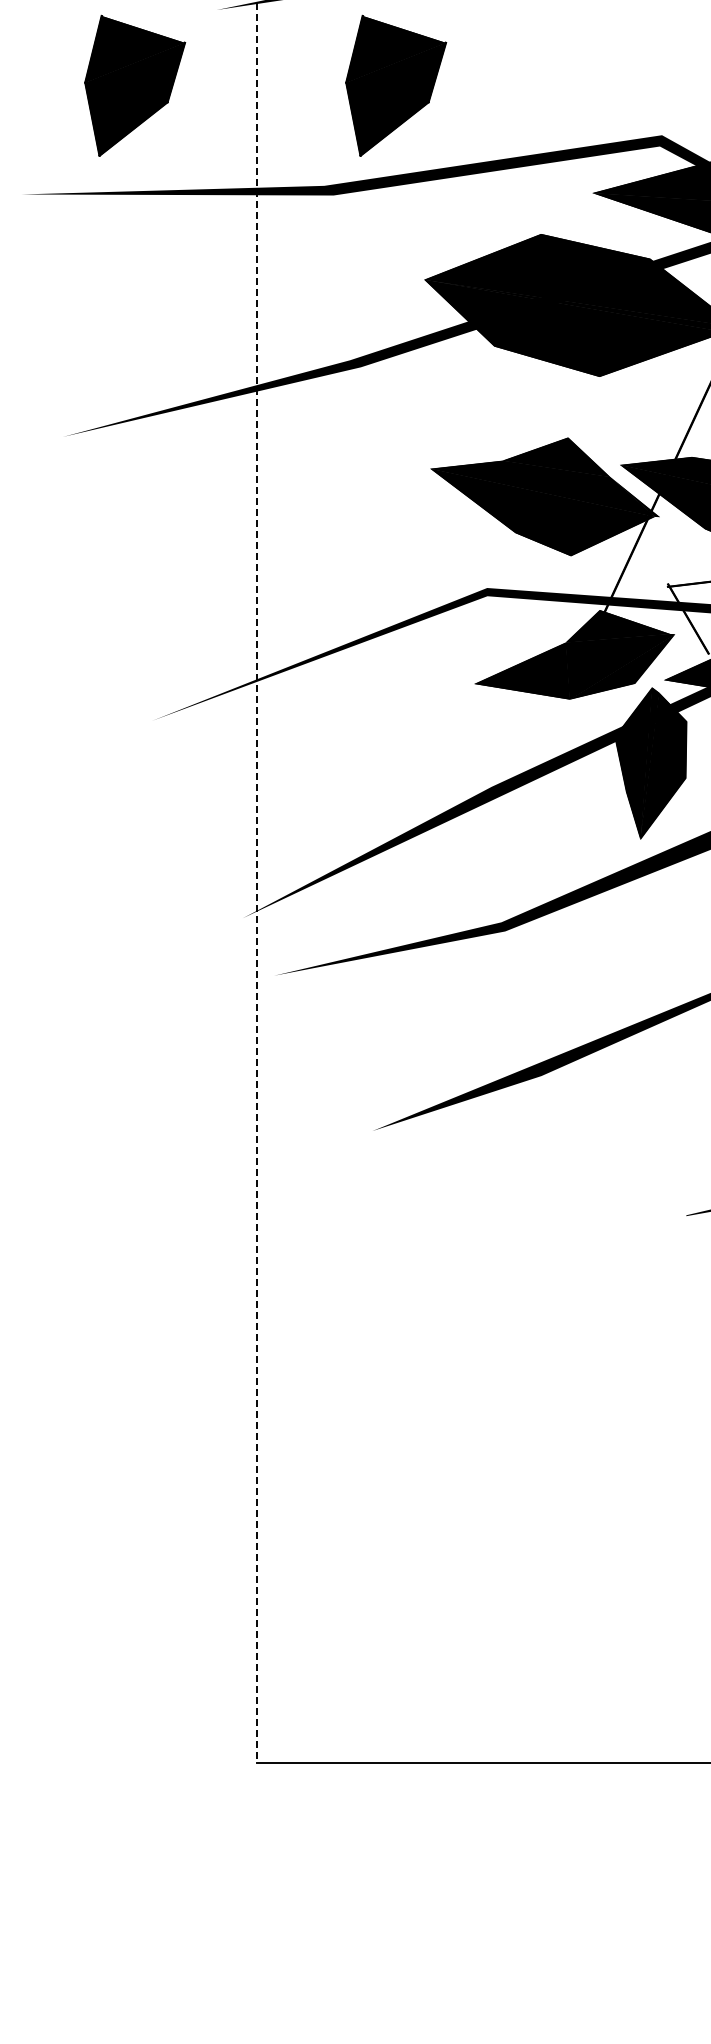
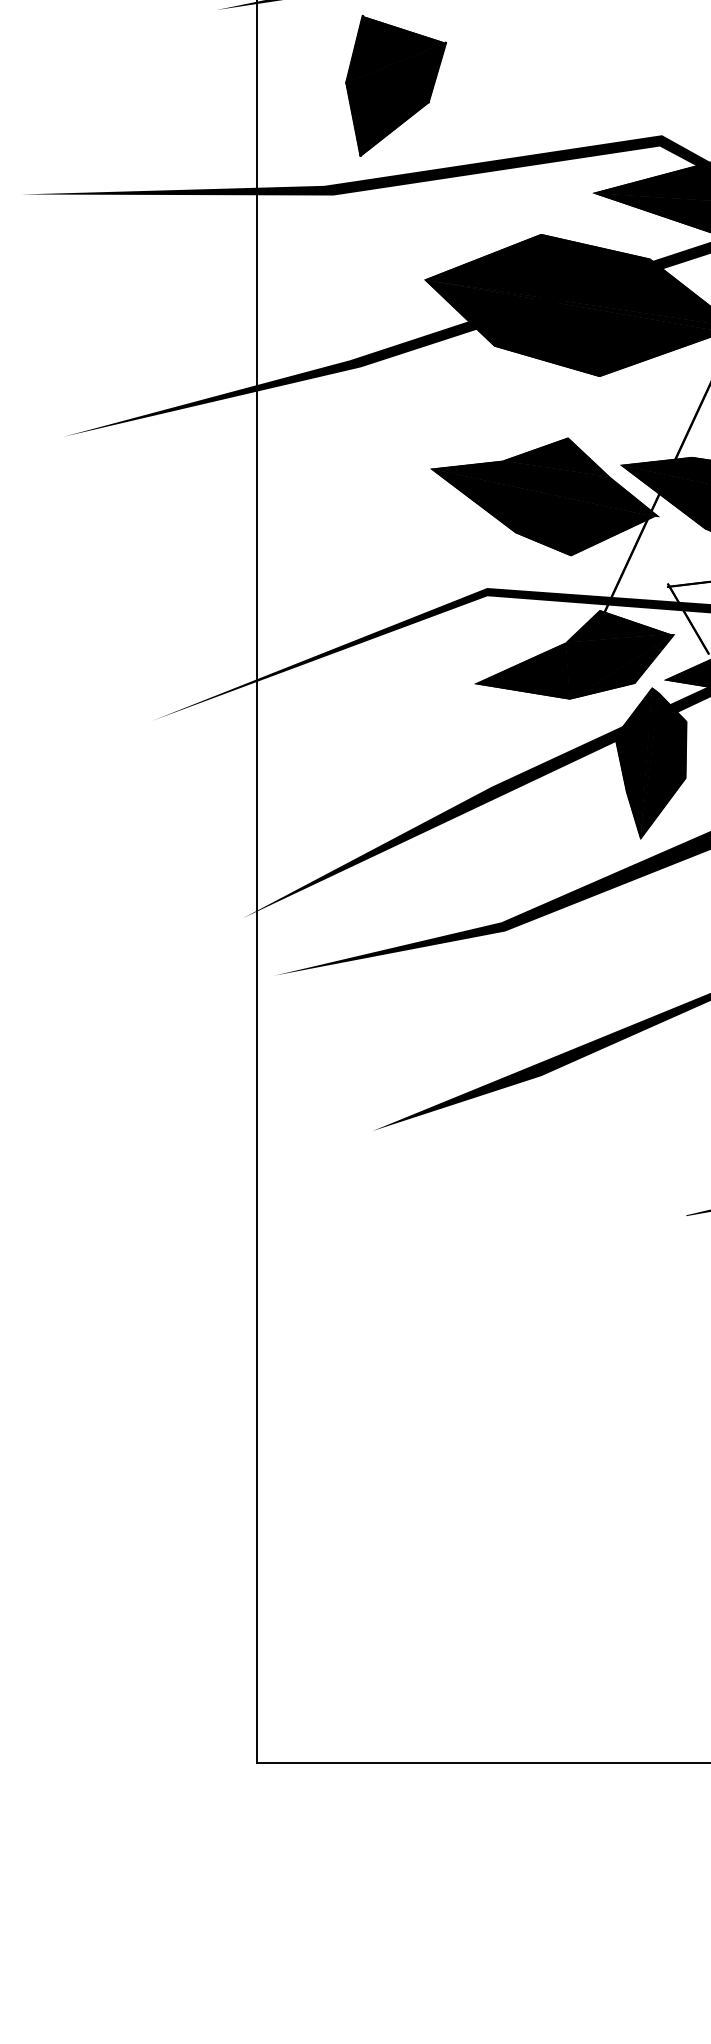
part at (135, 85): present -> none
line at (256, 881): dashed -> solid
